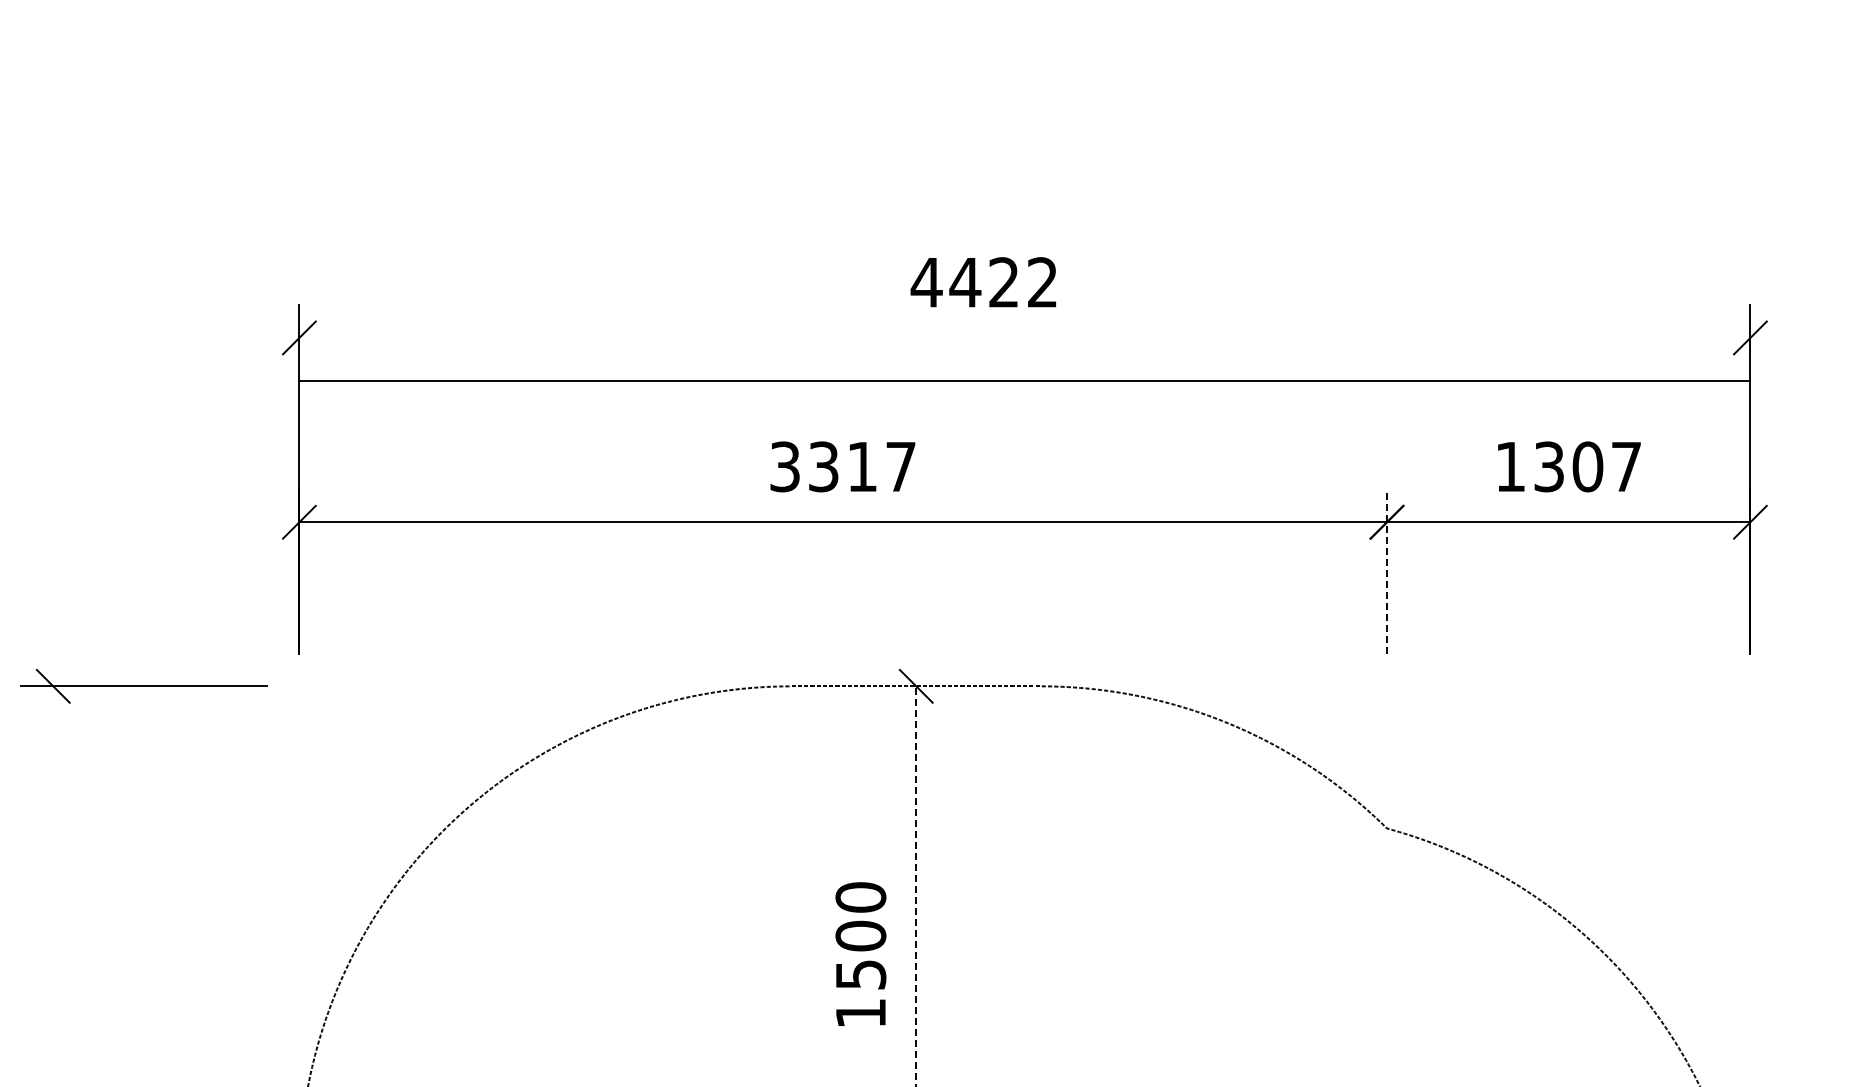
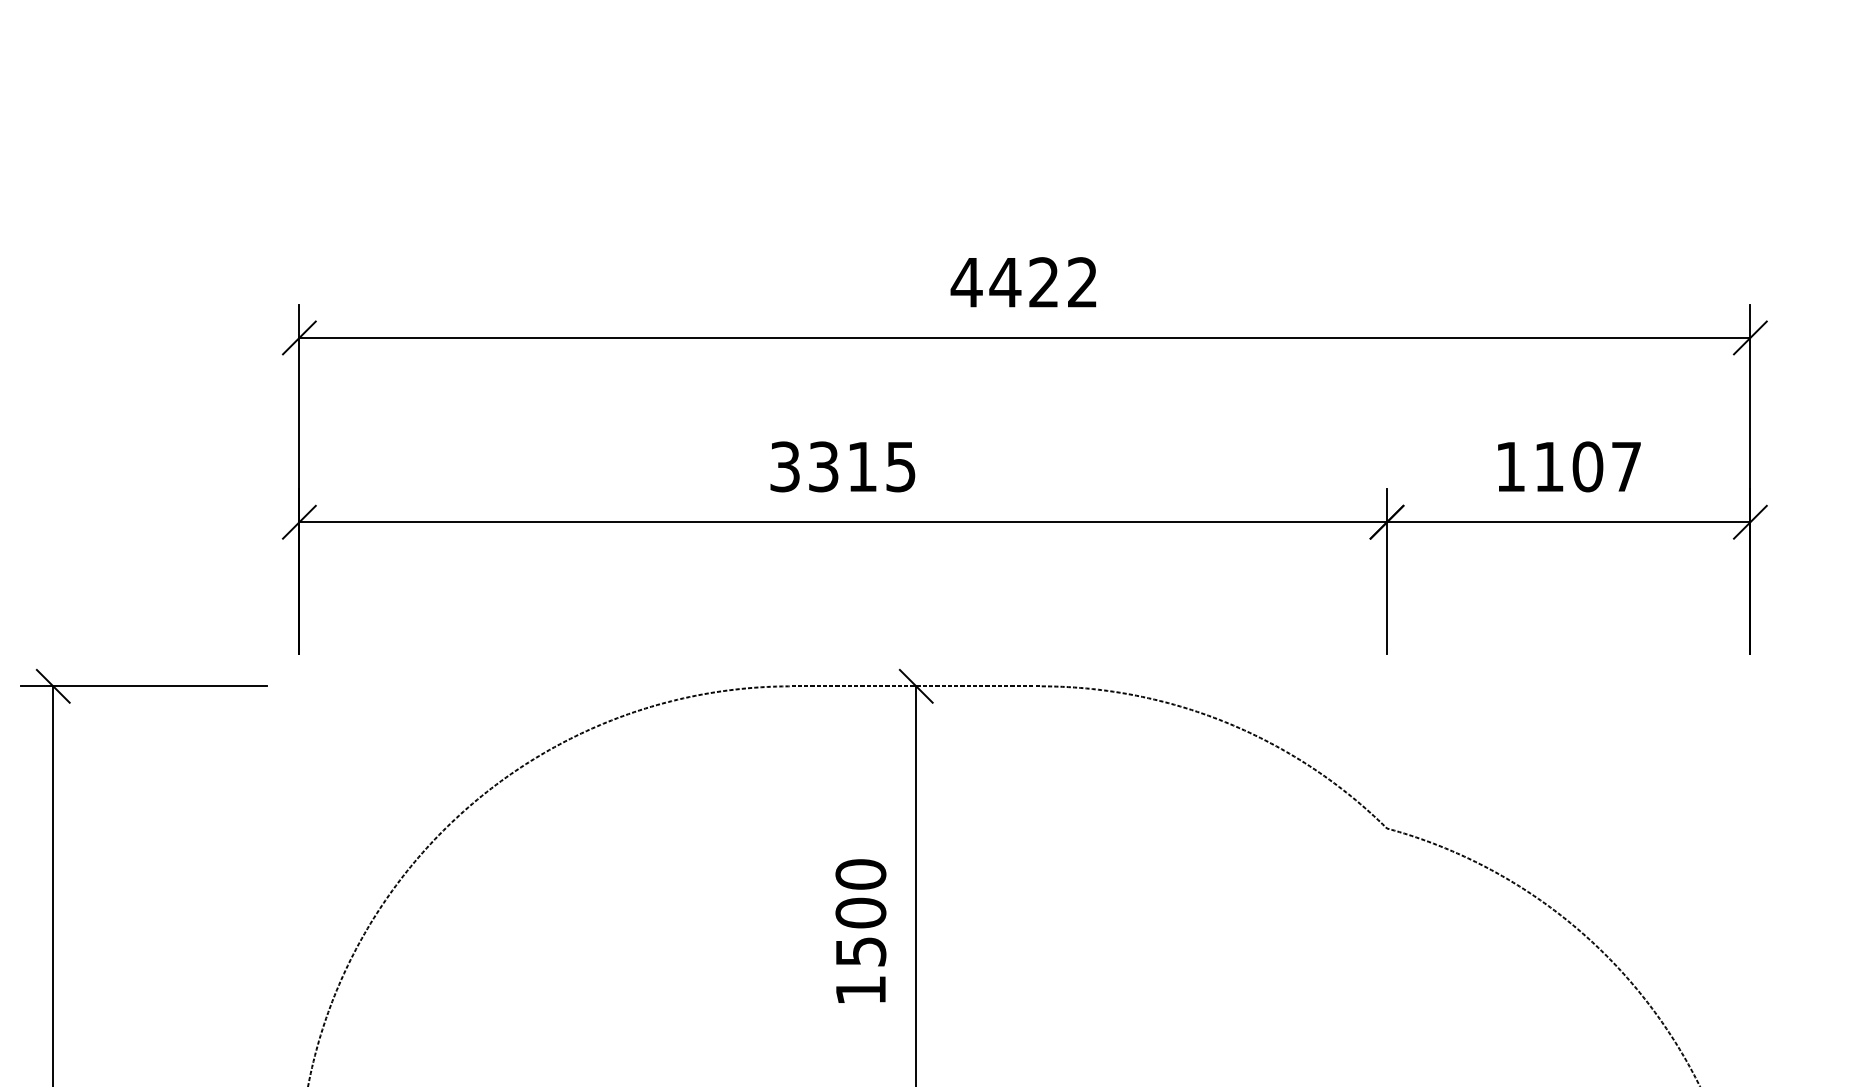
text at (983, 282) position: (983, 282) -> (1023, 282)
line at (1024, 380) position: (1024, 380) -> (1024, 337)
text at (1548, 466): 1307 -> 1107
text at (900, 467): 3317 -> 3315
line at (1387, 571): dashed -> solid
line at (53, 884): none -> present
line at (916, 886): dashed -> solid
text at (860, 953) position: (860, 953) -> (860, 930)
